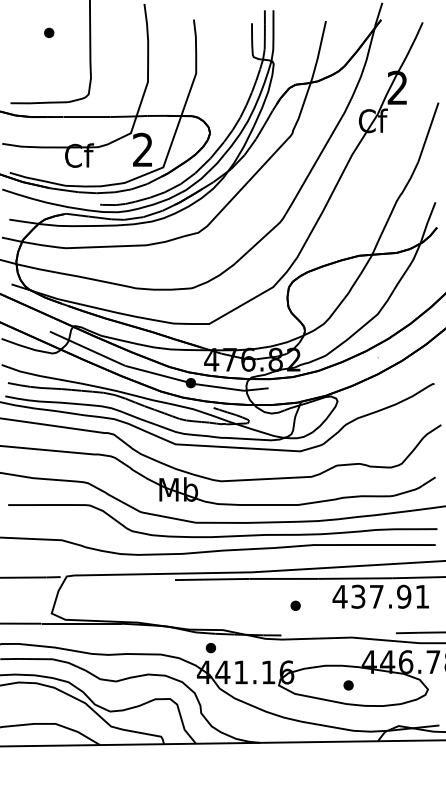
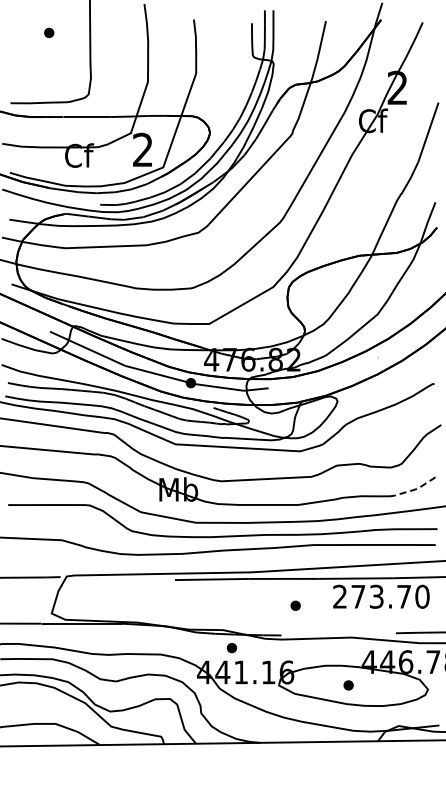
line at (415, 489): solid -> dashed
text at (380, 596): 437.91 -> 273.70
part at (210, 648) position: (210, 648) -> (231, 648)
